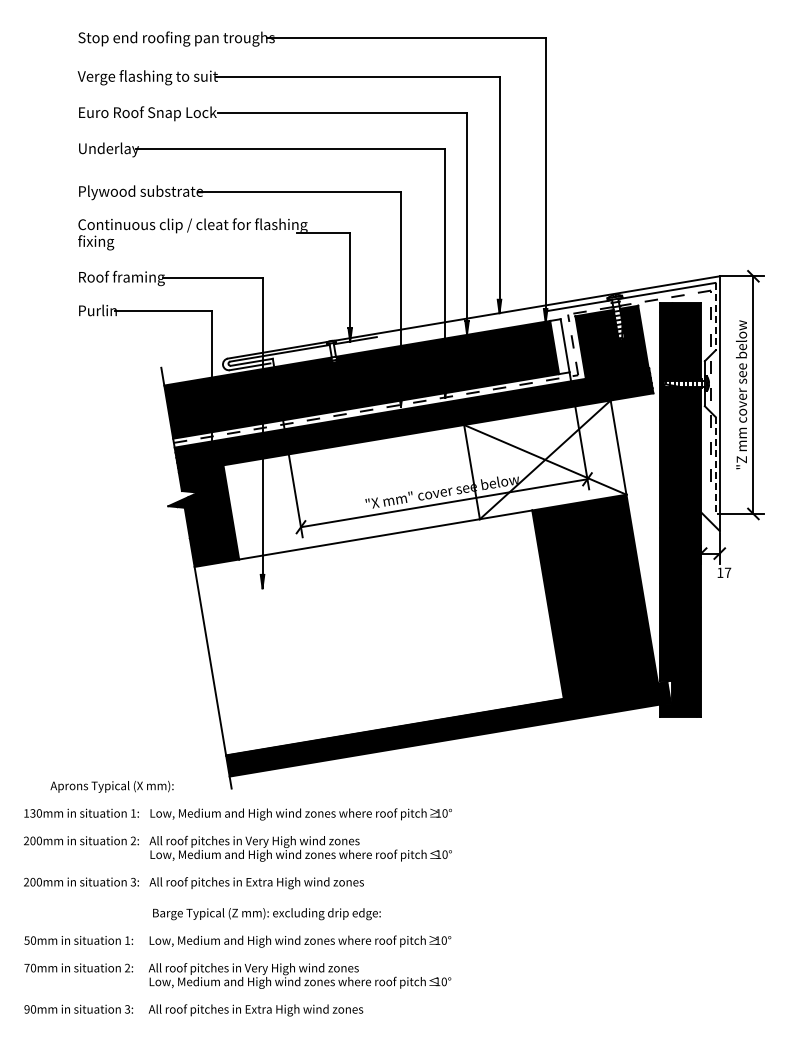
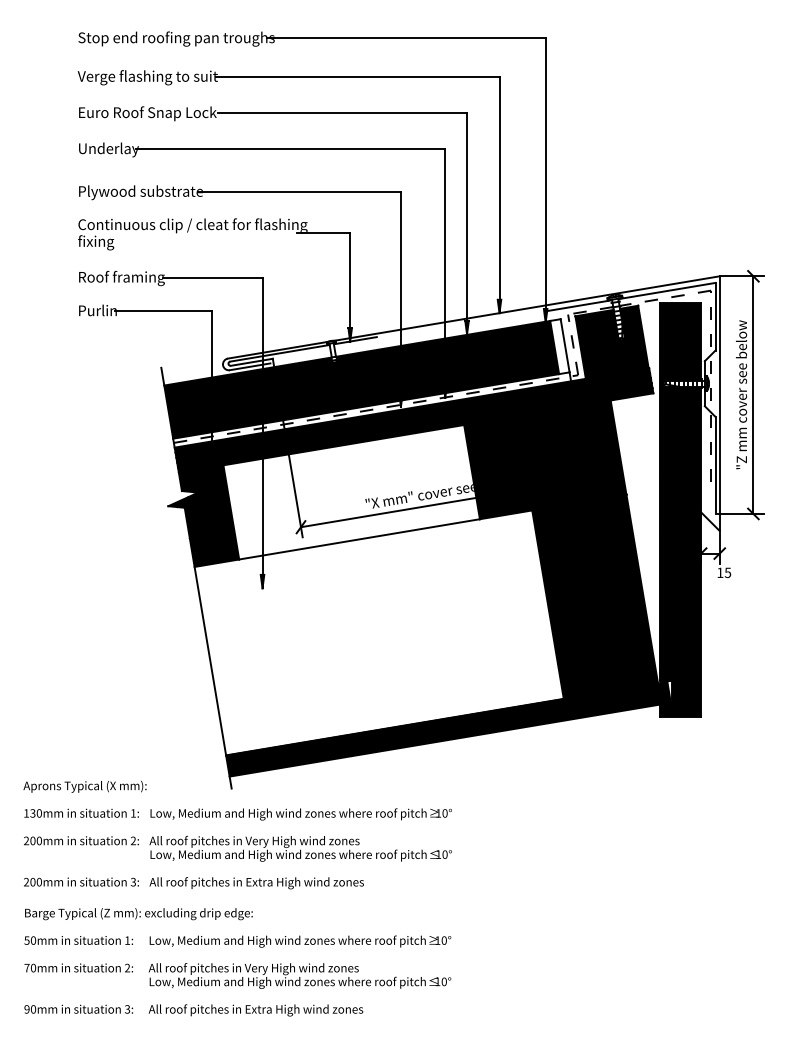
line at (715, 316): dashed -> solid
fill at (545, 459): none -> present
line at (715, 465): dashed -> solid
text at (727, 572): ^_17 -> ^_15
text at (111, 786) position: (111, 786) -> (84, 786)
text at (266, 914) position: (266, 914) -> (138, 914)
